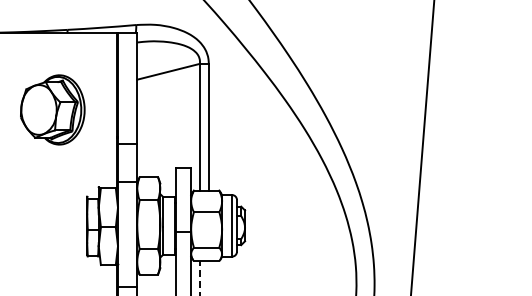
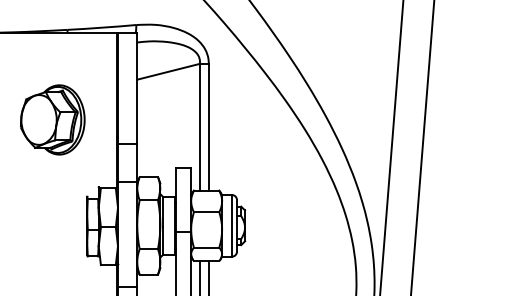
part at (52, 109) position: (52, 109) -> (52, 119)
line at (391, 147): none -> present
line at (208, 276): none -> present
line at (199, 278): dashed -> solid
